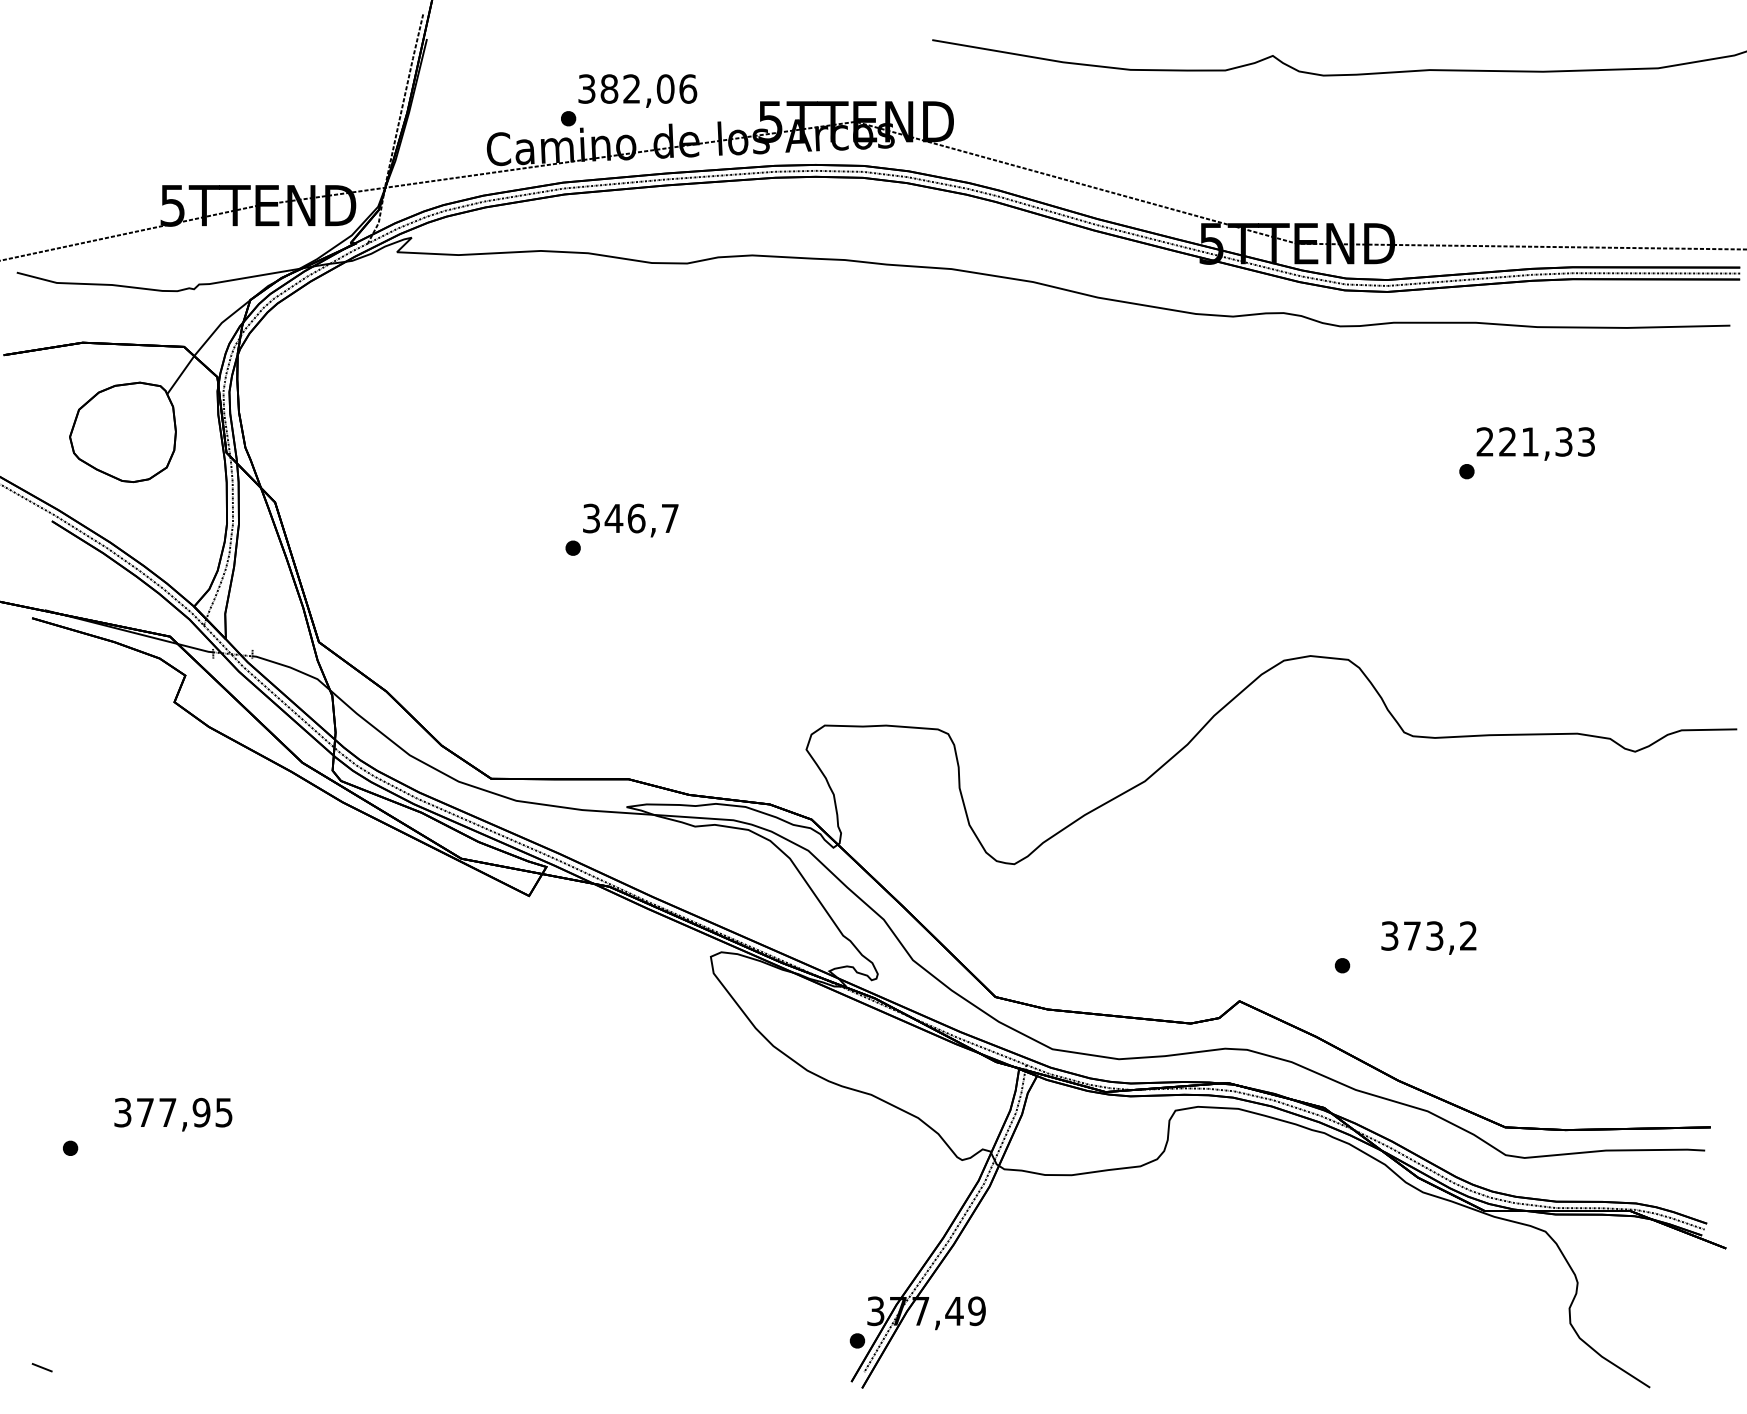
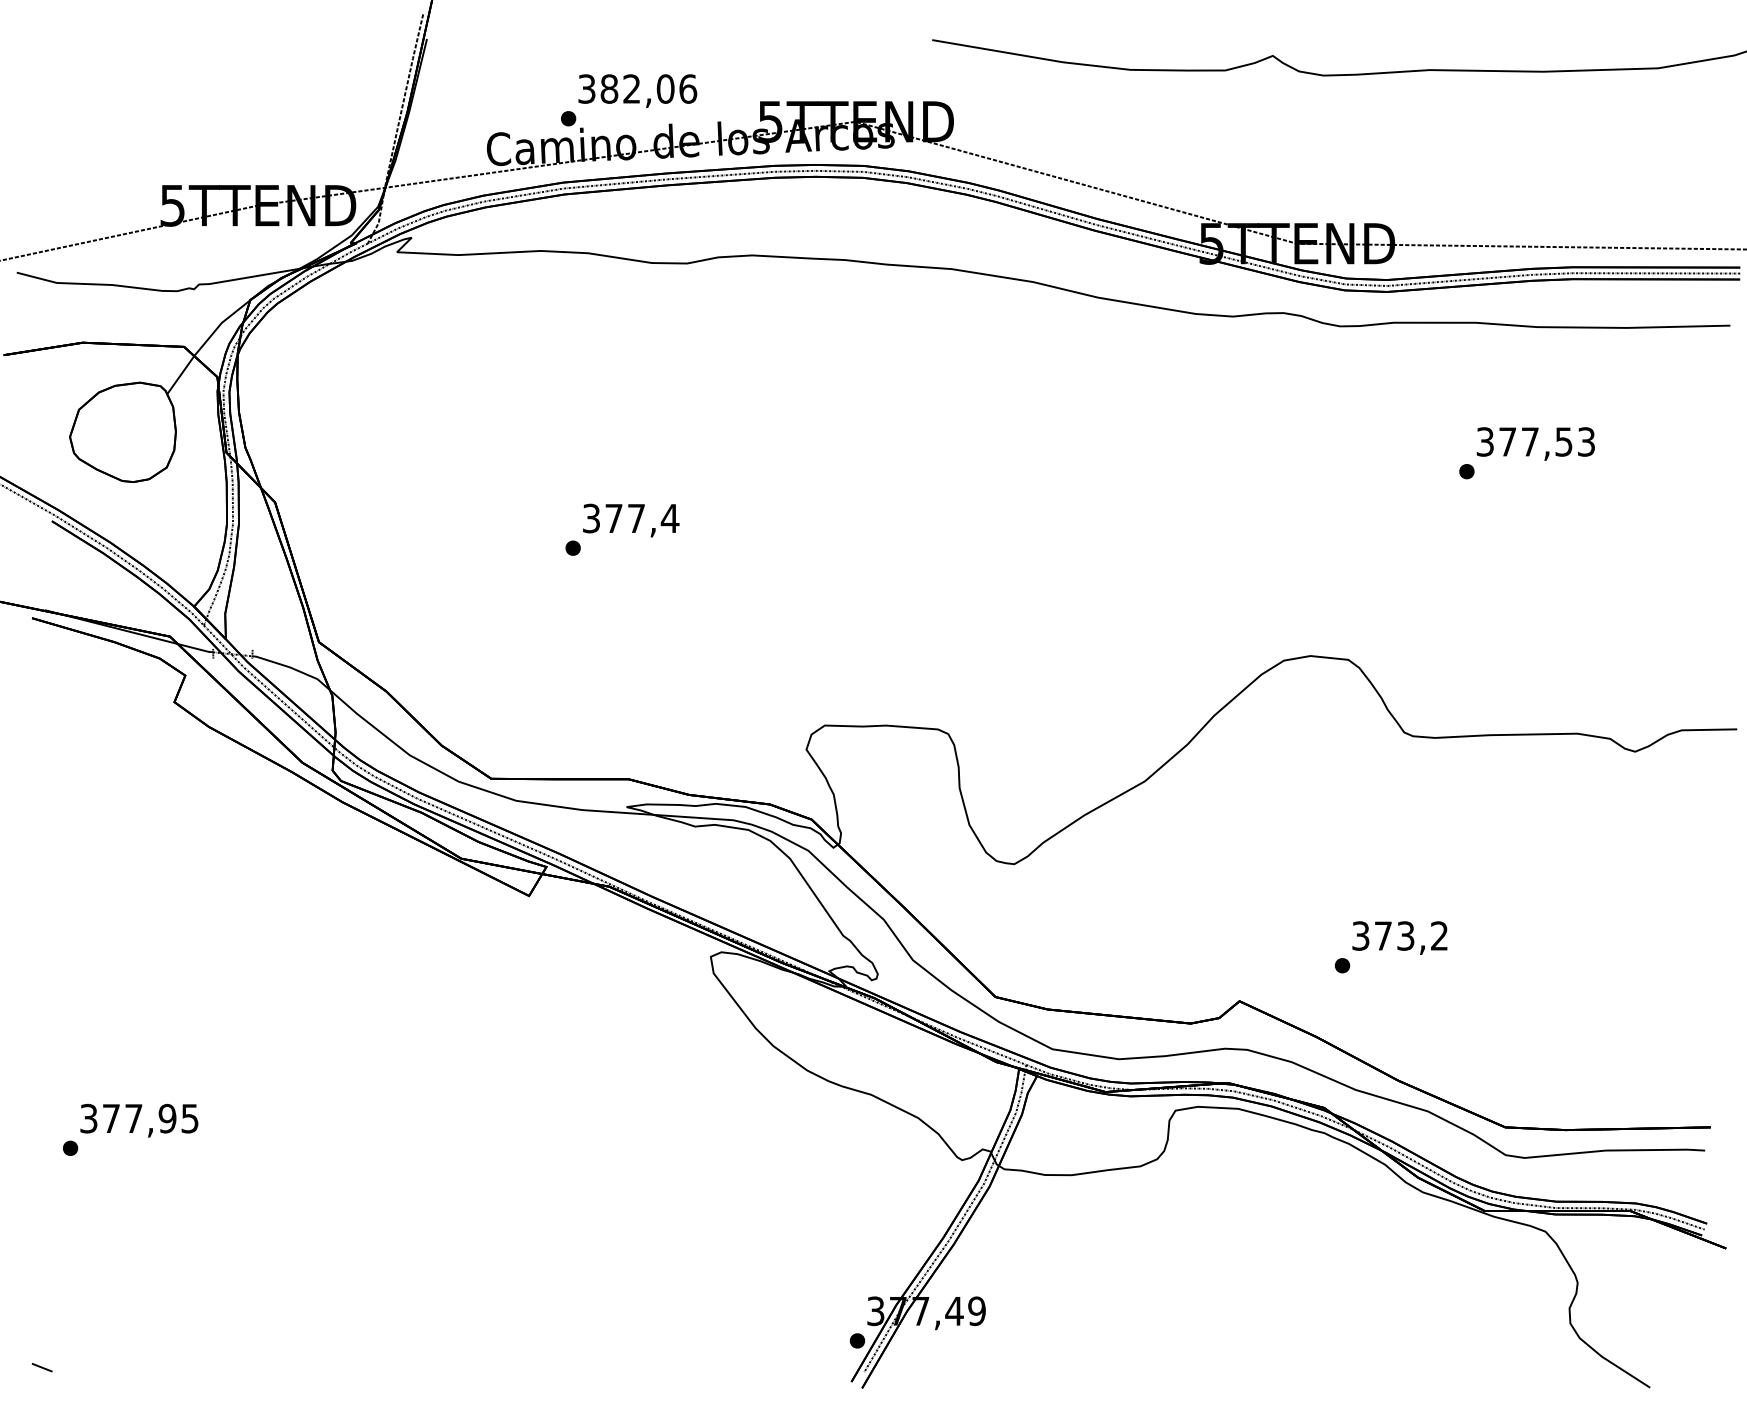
text at (1524, 441): 221,33 -> 377,53
text at (641, 518): 346,7 -> 377,4
text at (1428, 937) position: (1428, 937) -> (1399, 937)
text at (173, 1114) position: (173, 1114) -> (139, 1120)
